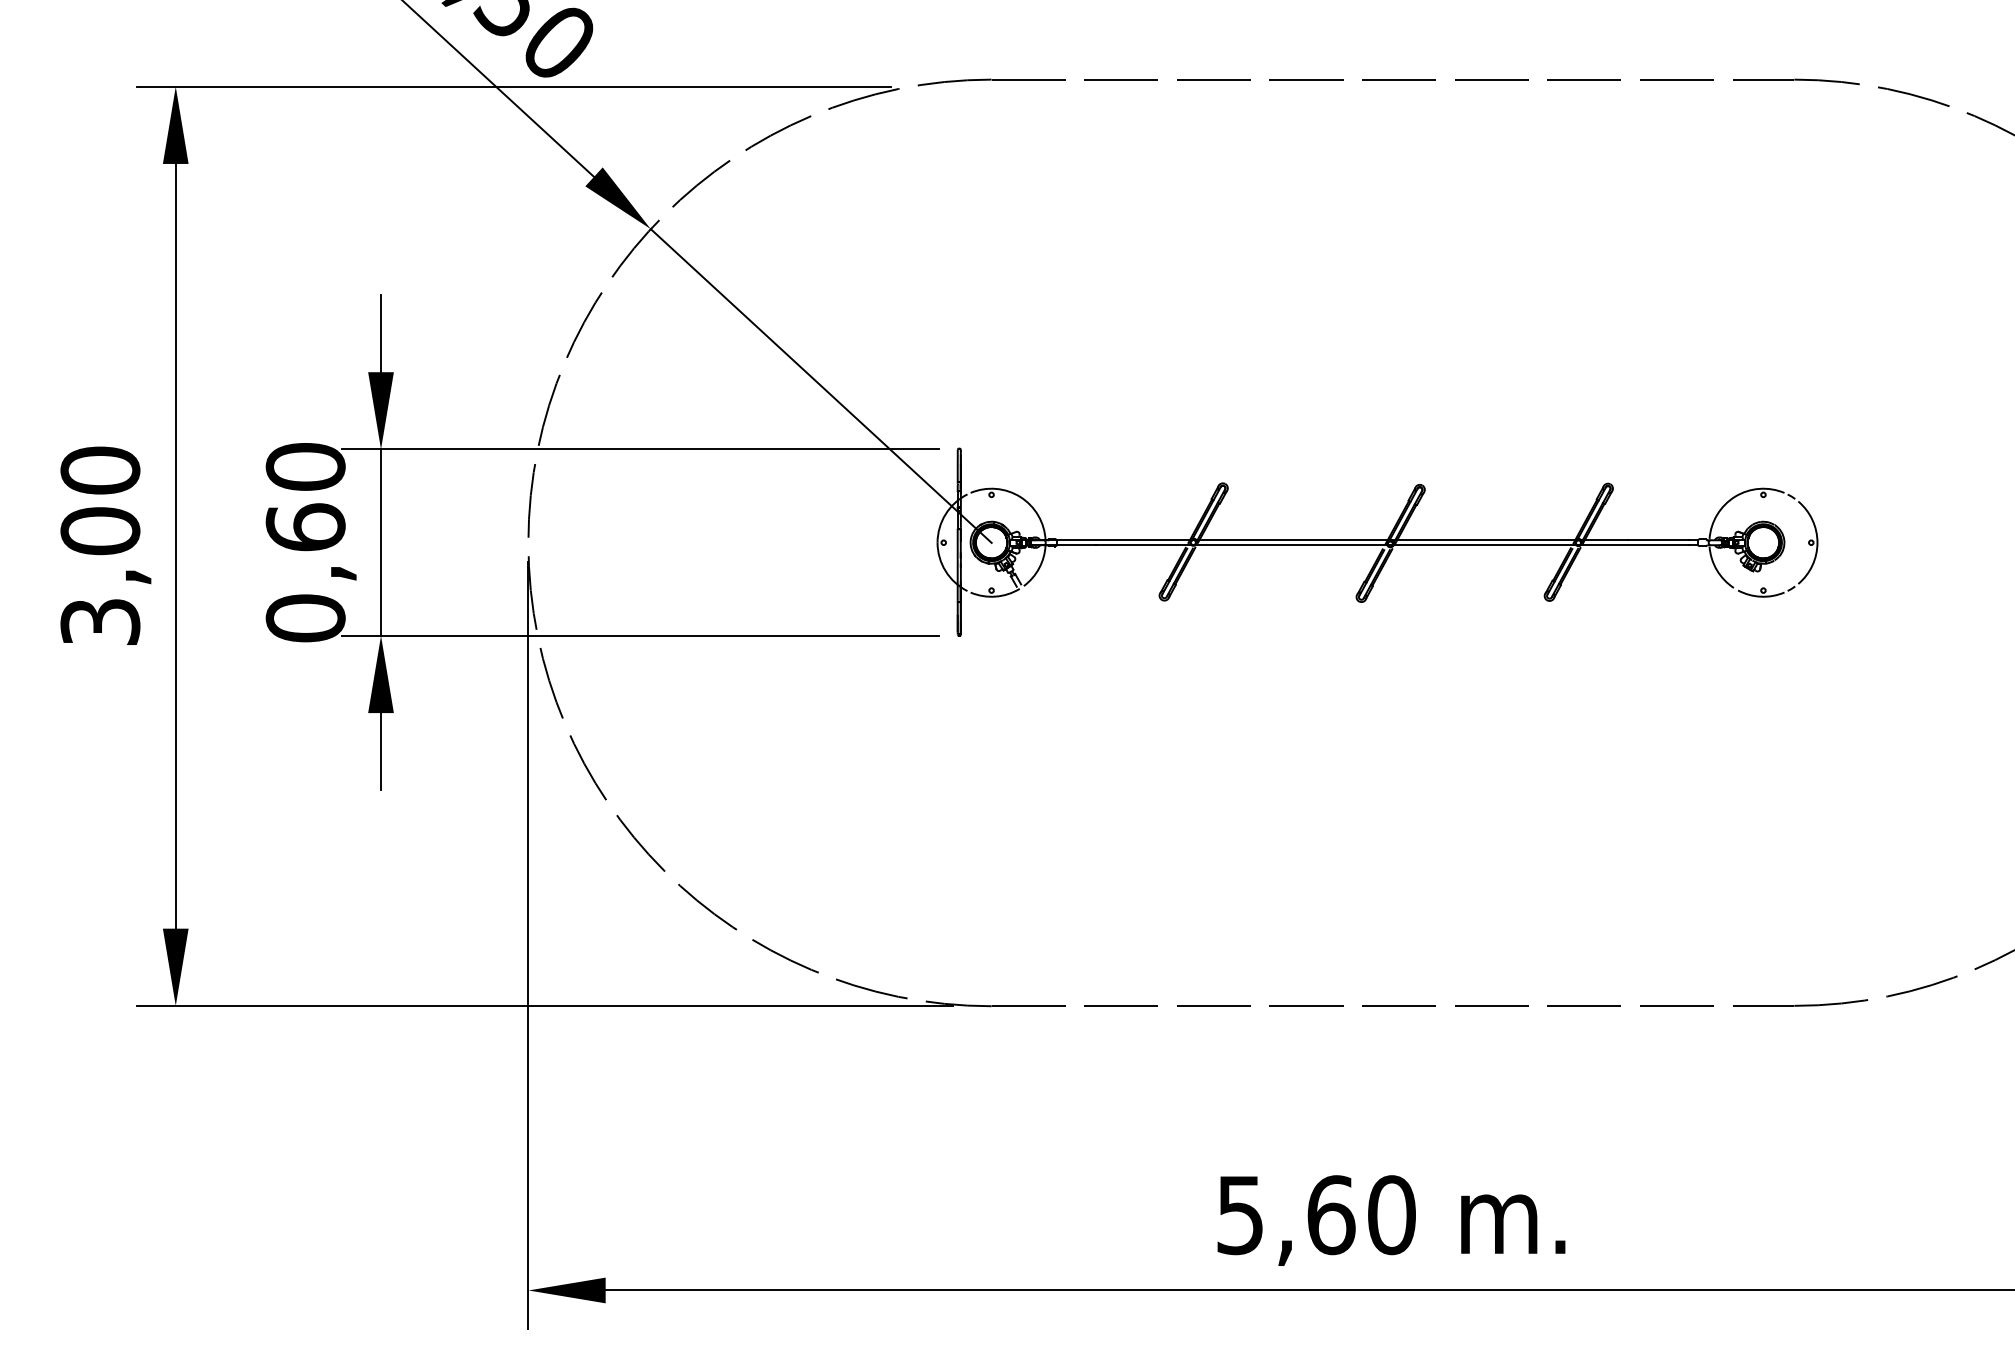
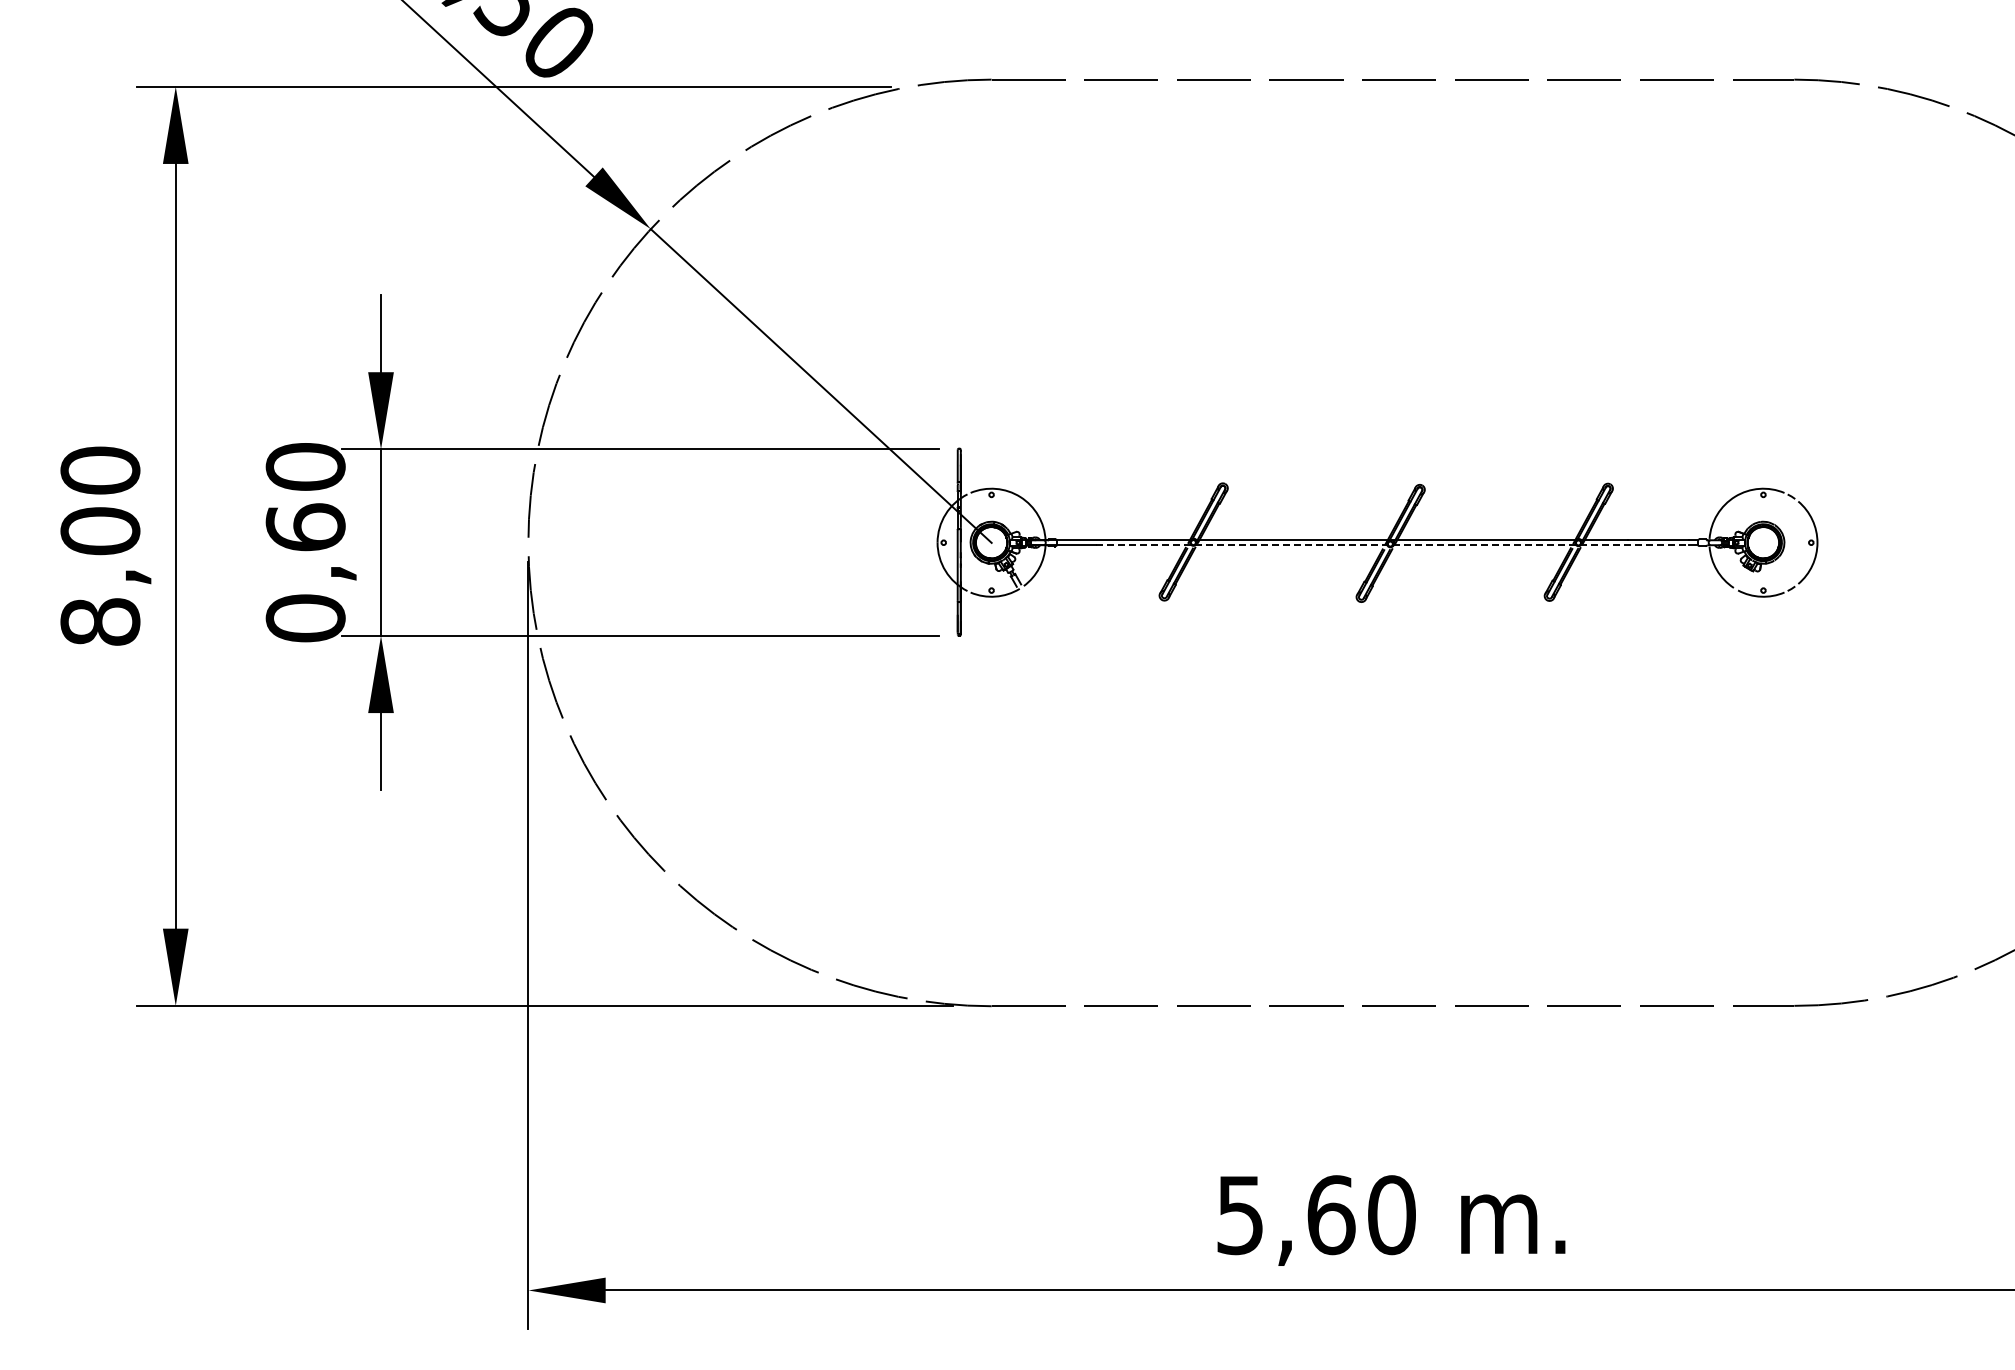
line at (1392, 545): solid -> dashed
text at (100, 621): 3,00 -> 8,00
